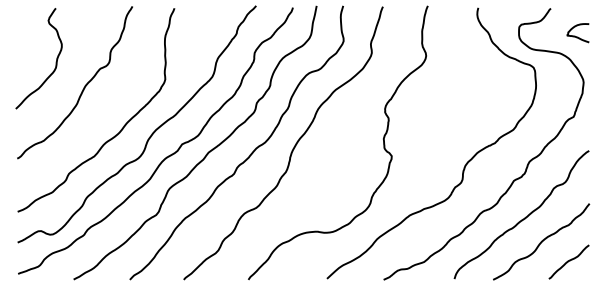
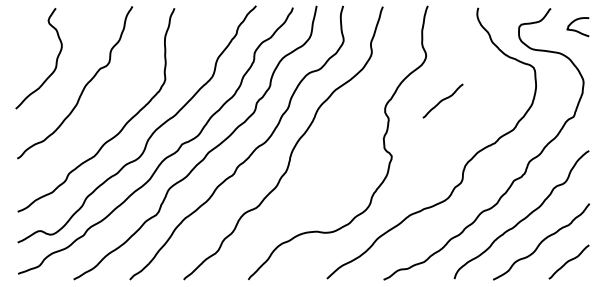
curve at (575, 35) position: (575, 35) -> (575, 29)
curve at (442, 100): none -> present
